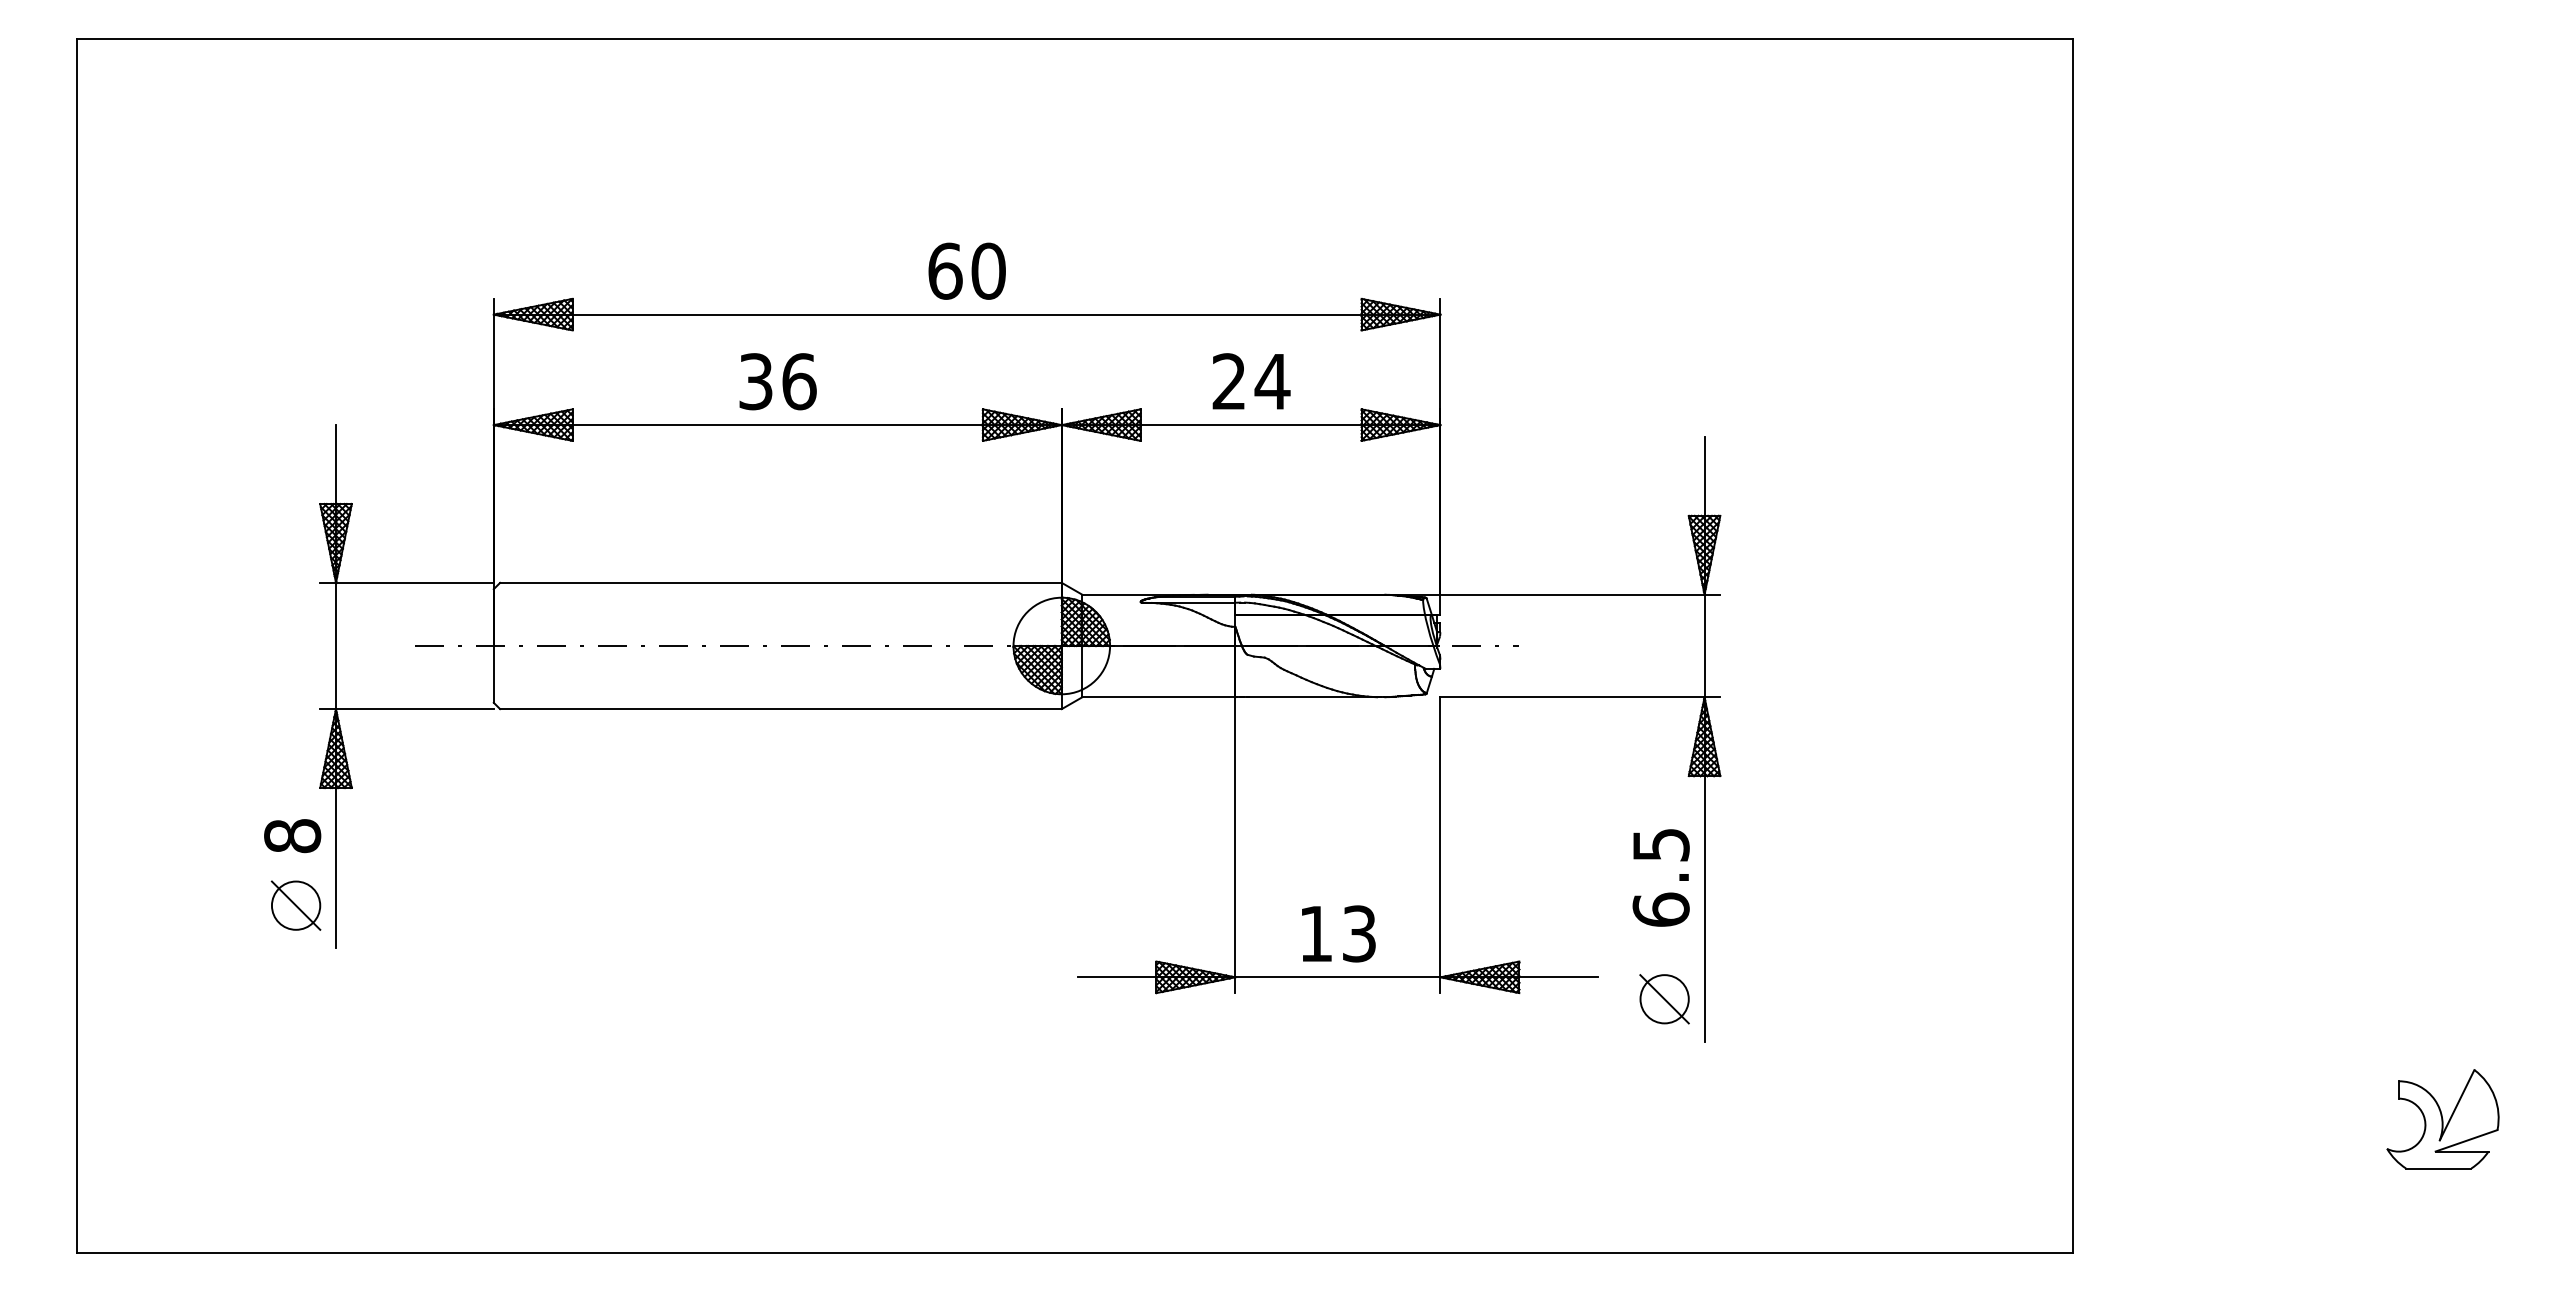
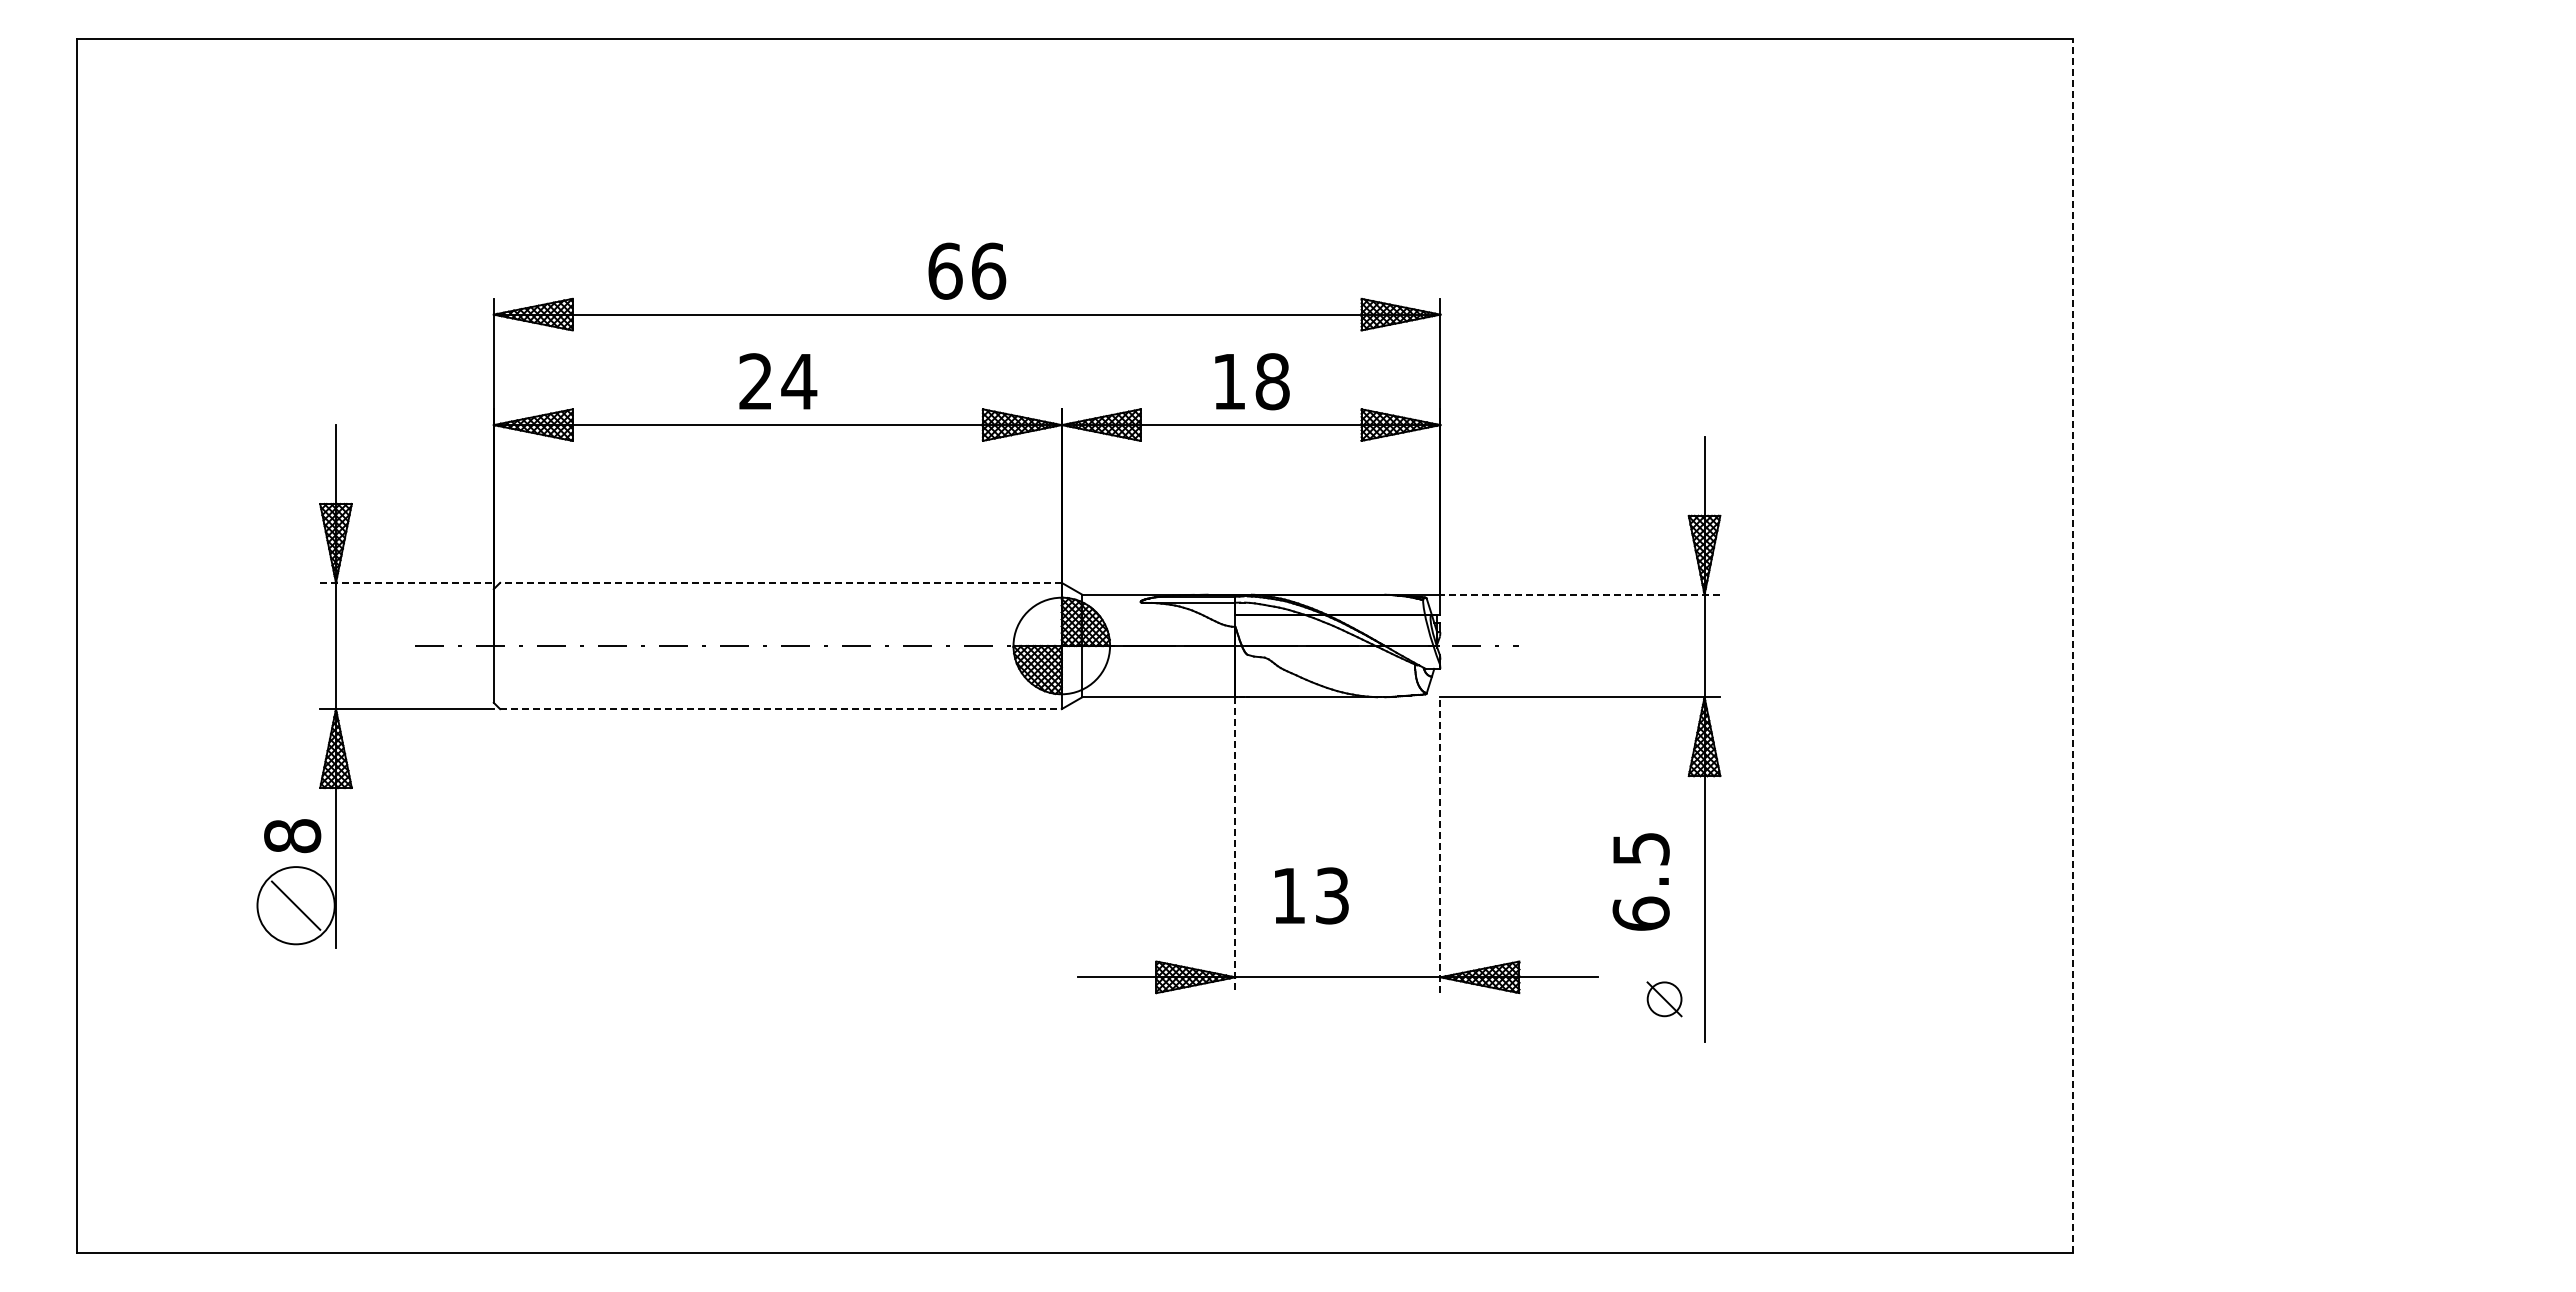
text at (988, 270): 60 -> 66
text at (778, 381): 36 -> 24
text at (1251, 381): 24 -> 18
line at (407, 582): solid -> dashed
line at (780, 582): solid -> dashed
line at (1580, 594): solid -> dashed
line at (2073, 645): solid -> dashed
line at (780, 709): solid -> dashed
line at (1235, 845): solid -> dashed
line at (1440, 845): solid -> dashed
text at (1660, 877) position: (1660, 877) -> (1640, 881)
circle at (295, 905) diameter: 48 px -> 77 px
text at (1338, 933) position: (1338, 933) -> (1311, 895)
part at (1664, 999) size: 51x51 px -> 37x37 px
part at (2442, 1119): present -> none
